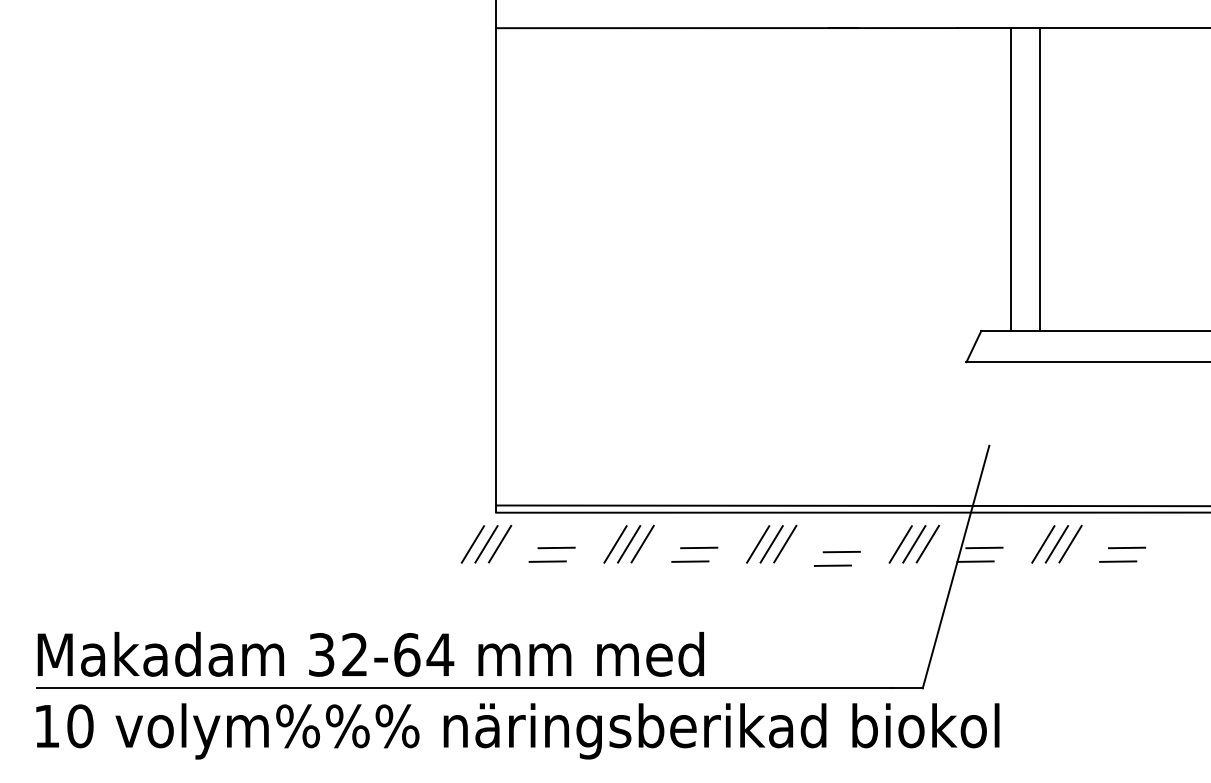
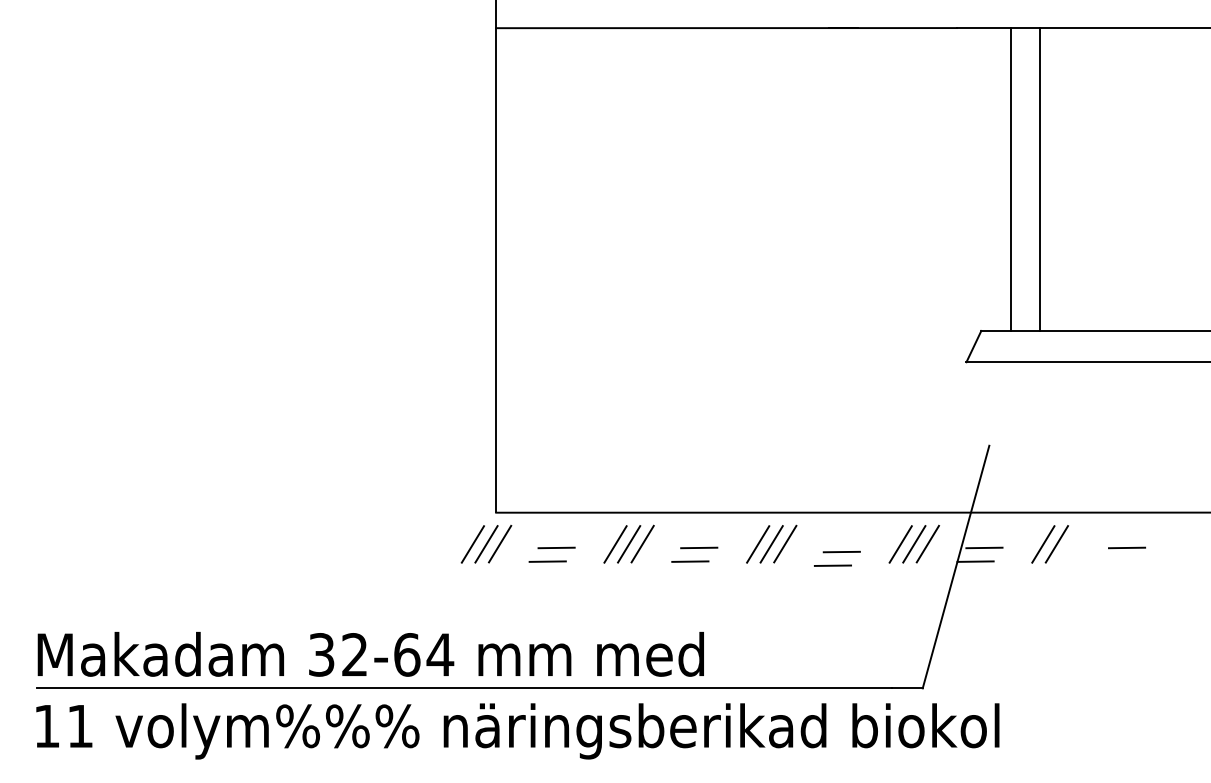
line at (851, 505): present -> none
line at (1070, 543): present -> none
line at (1118, 561): present -> none
text at (80, 726): 10 -> 11
